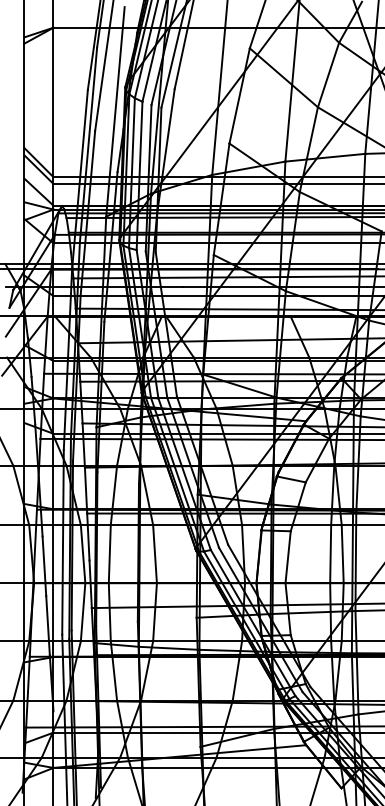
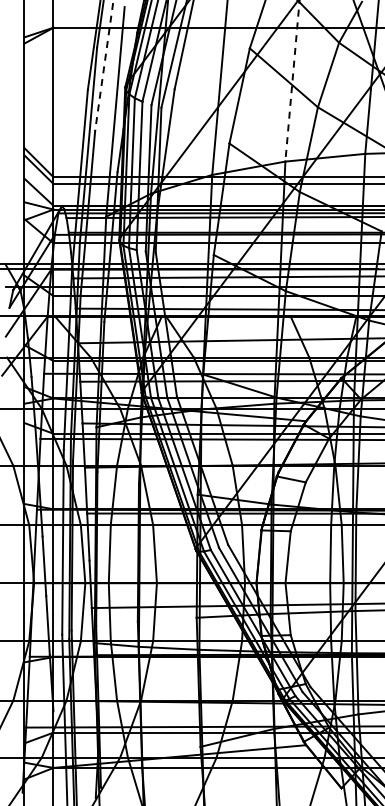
line at (104, 65): solid -> dashed
line at (292, 81): solid -> dashed
